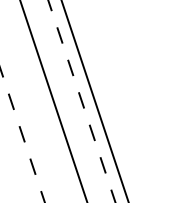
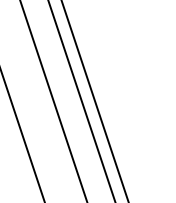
line at (81, 101): dashed -> solid
line at (22, 135): dashed -> solid
